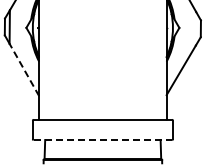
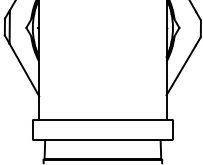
line at (24, 69): dashed -> solid
line at (103, 140): dashed -> solid
